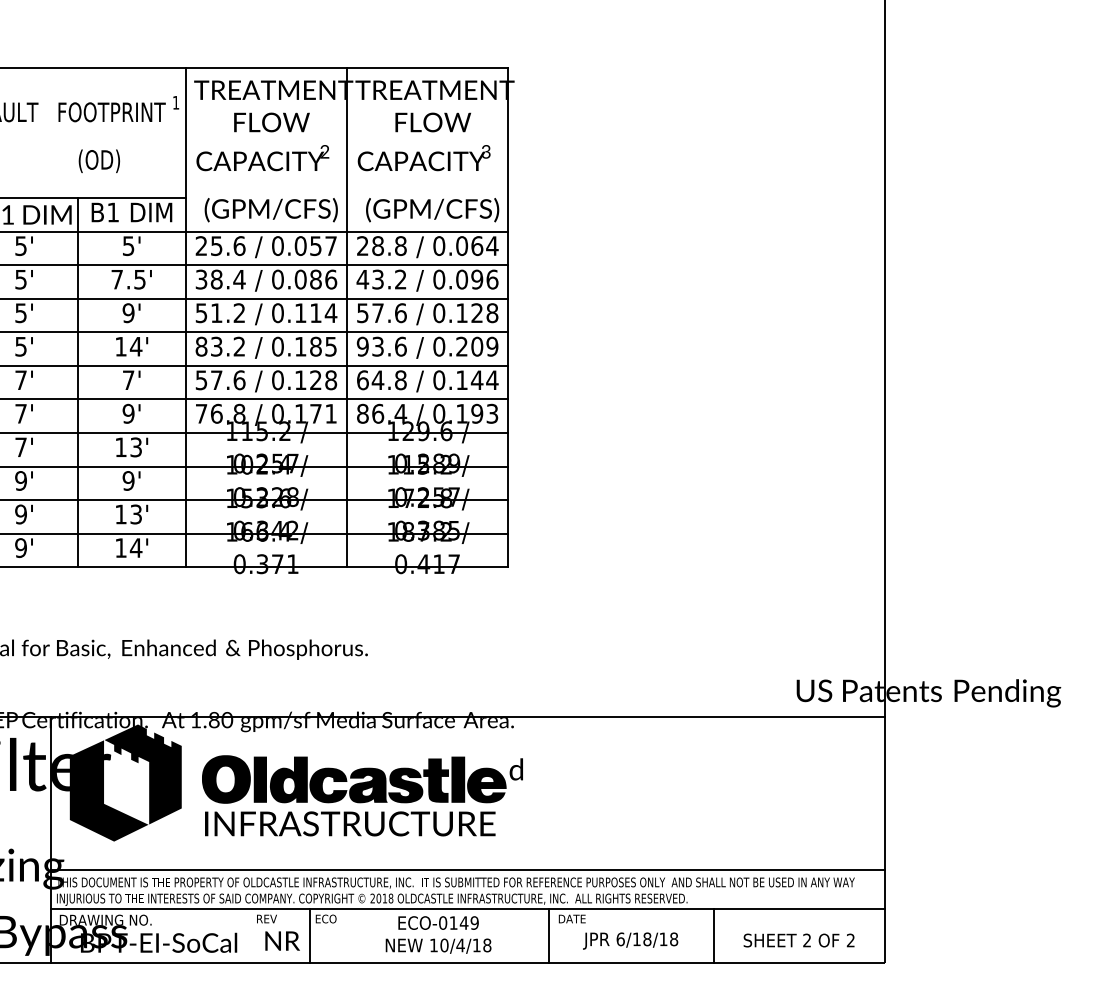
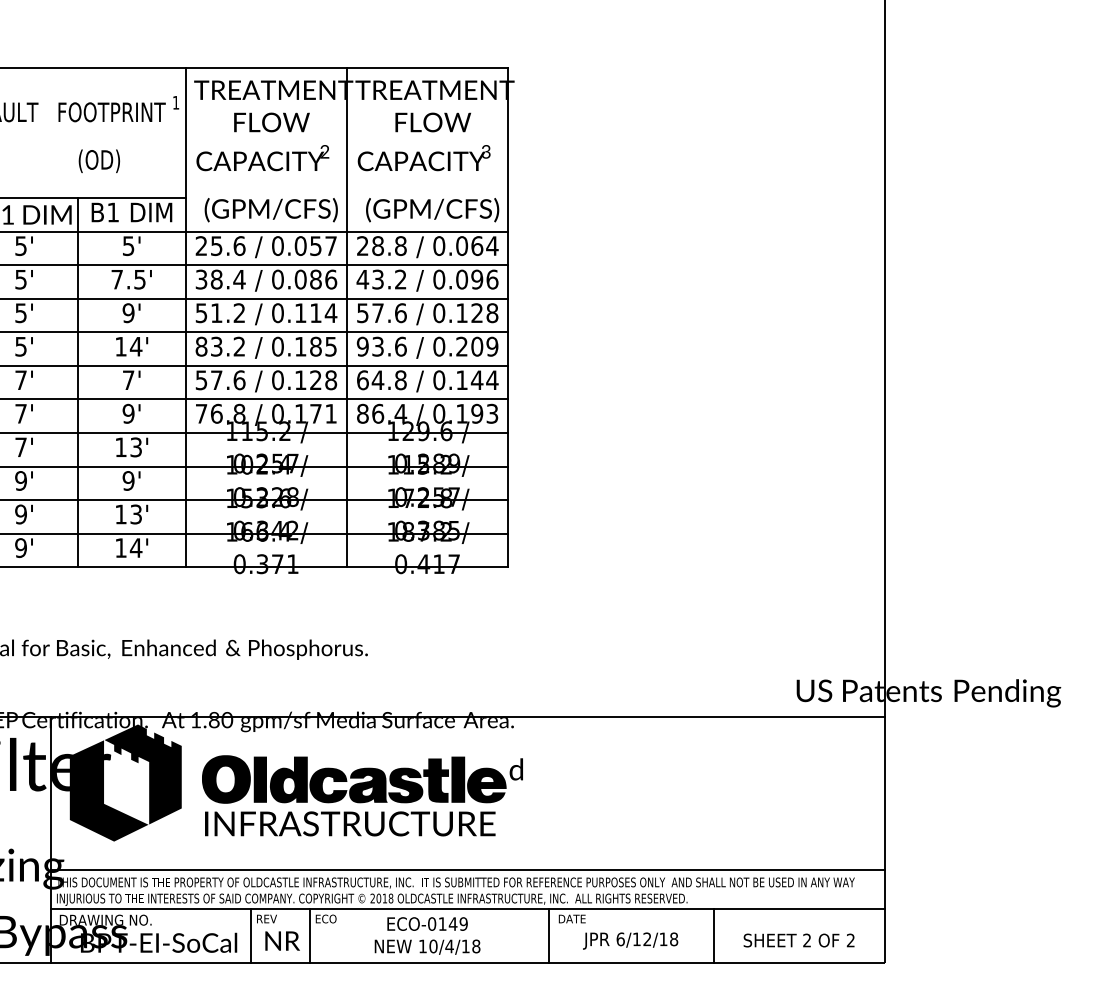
text at (438, 934) position: (438, 934) -> (427, 935)
line at (251, 936): none -> present
text at (647, 939): 6/18/18 -> 6/12/18
